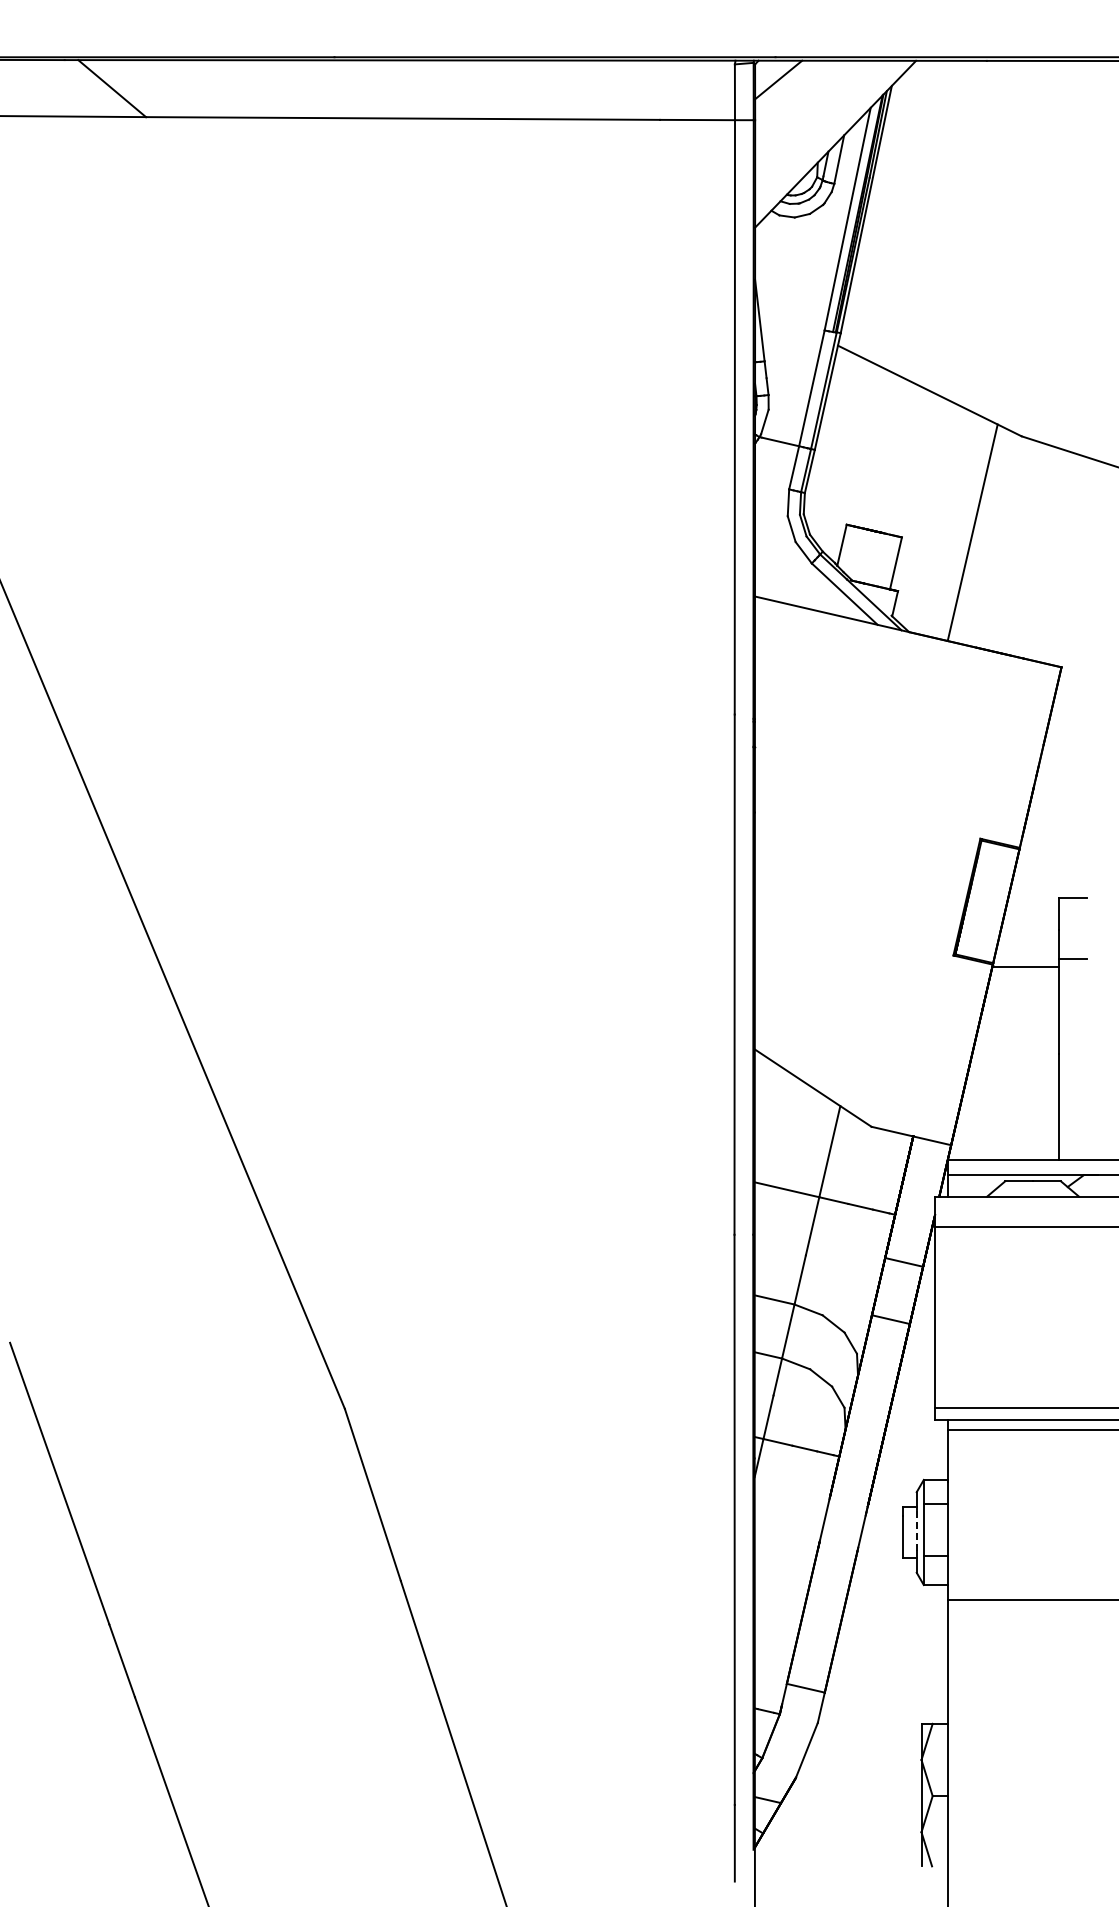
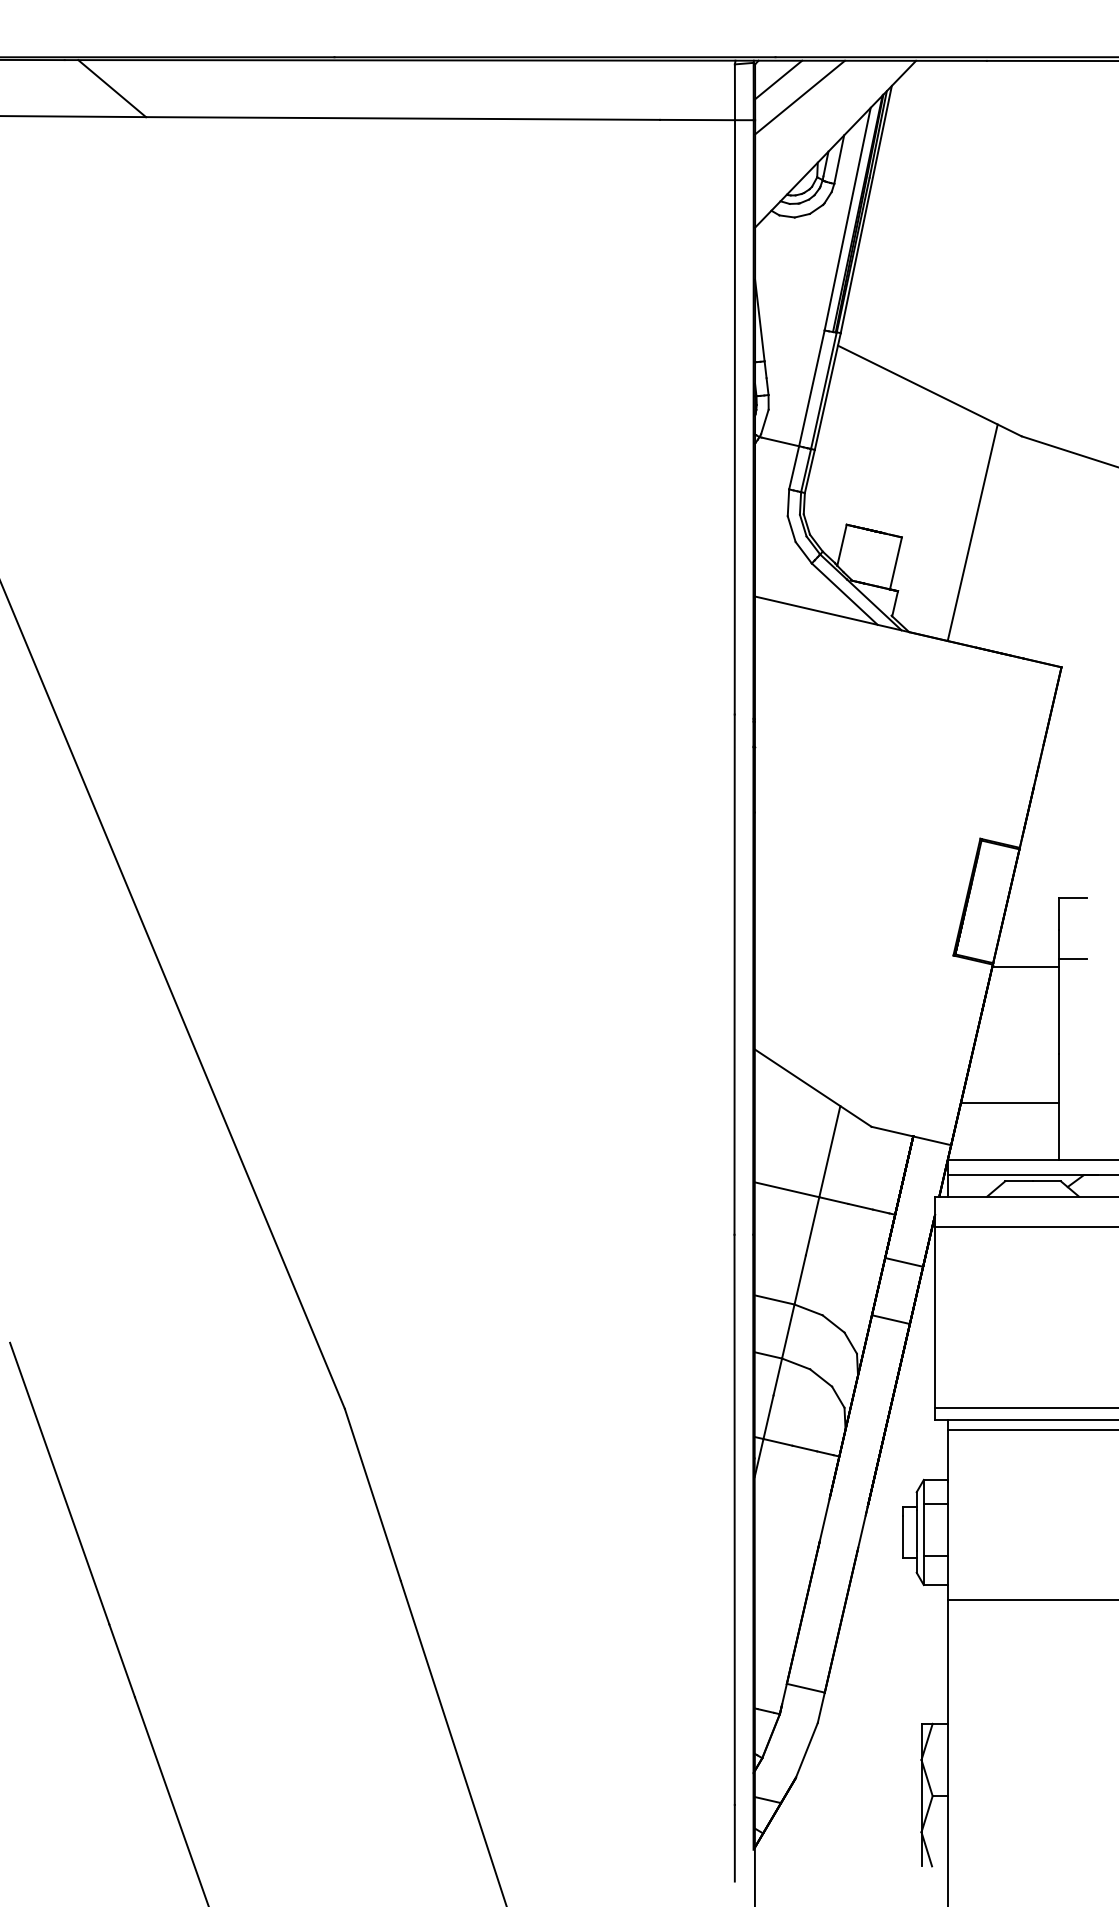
line at (799, 97): none -> present
line at (1009, 1103): none -> present
line at (916, 1530): dashed -> solid
